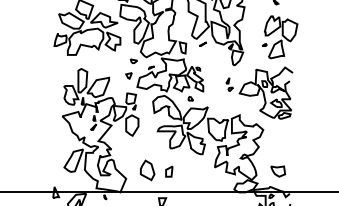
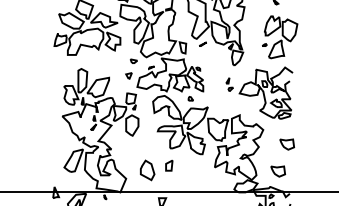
part at (287, 144): none -> present
part at (169, 171) position: (169, 171) -> (169, 165)
